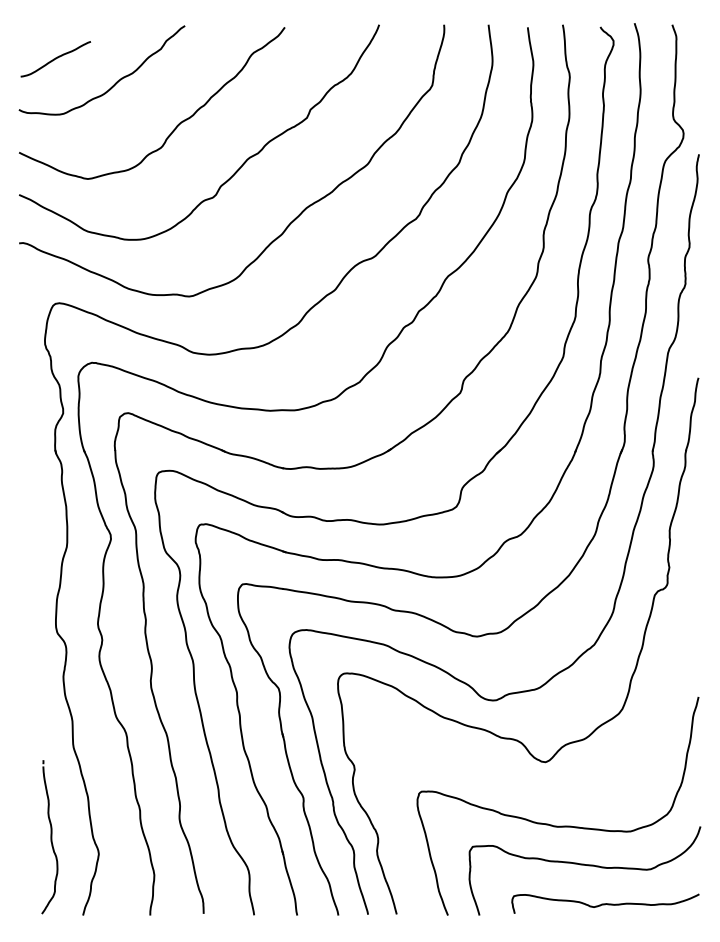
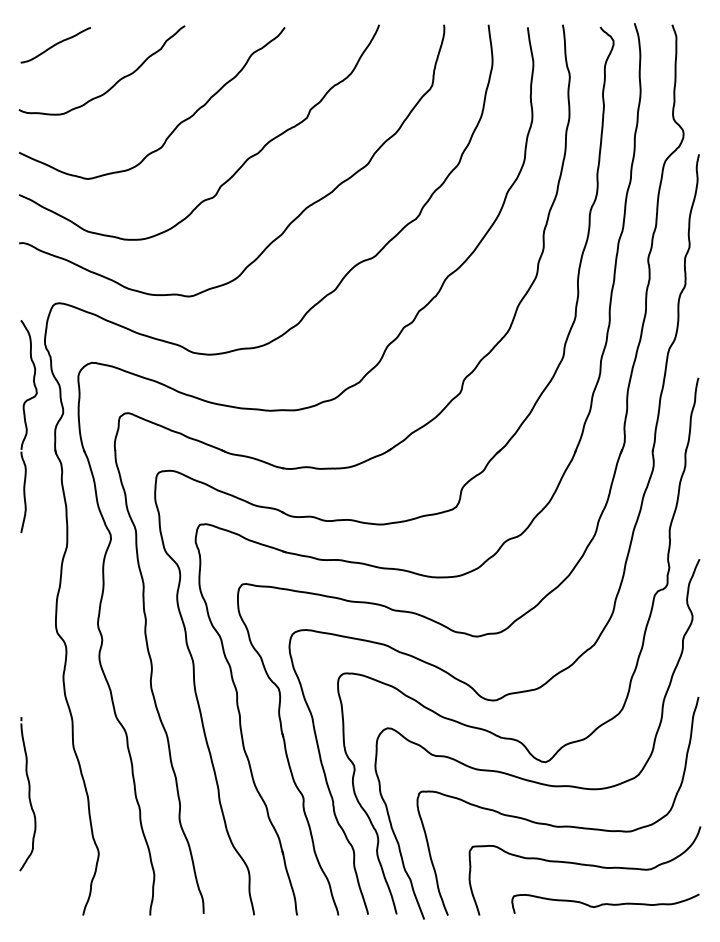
curve at (55, 59) position: (55, 59) -> (55, 45)
part at (28, 426): none -> present
curve at (529, 779): none -> present
part at (49, 837) position: (49, 837) -> (27, 794)
